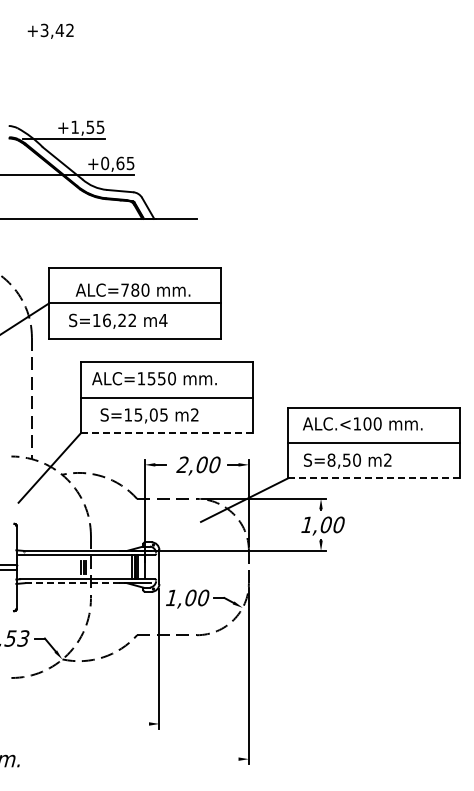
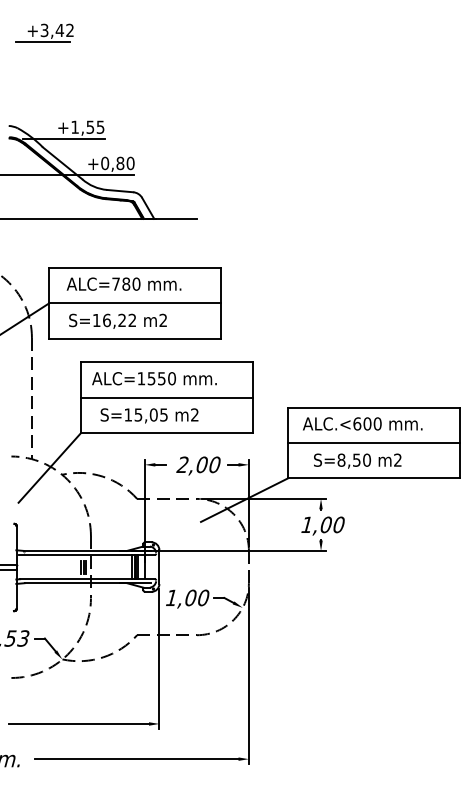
line at (42, 42): none -> present
text at (125, 163): +0,65 -> +0,80
text at (132, 289) position: (132, 289) -> (123, 283)
text at (163, 319): m4 -> m2
text at (357, 423): ALC.<100 -> ALC.<600
line at (166, 433): dashed -> solid
text at (347, 460) position: (347, 460) -> (357, 460)
line at (373, 478): dashed -> solid
line at (76, 583): dashed -> solid
line at (79, 723): none -> present
line at (136, 759): none -> present
